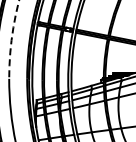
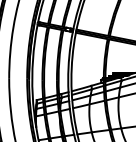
arc at (11, 39): dashed -> solid
